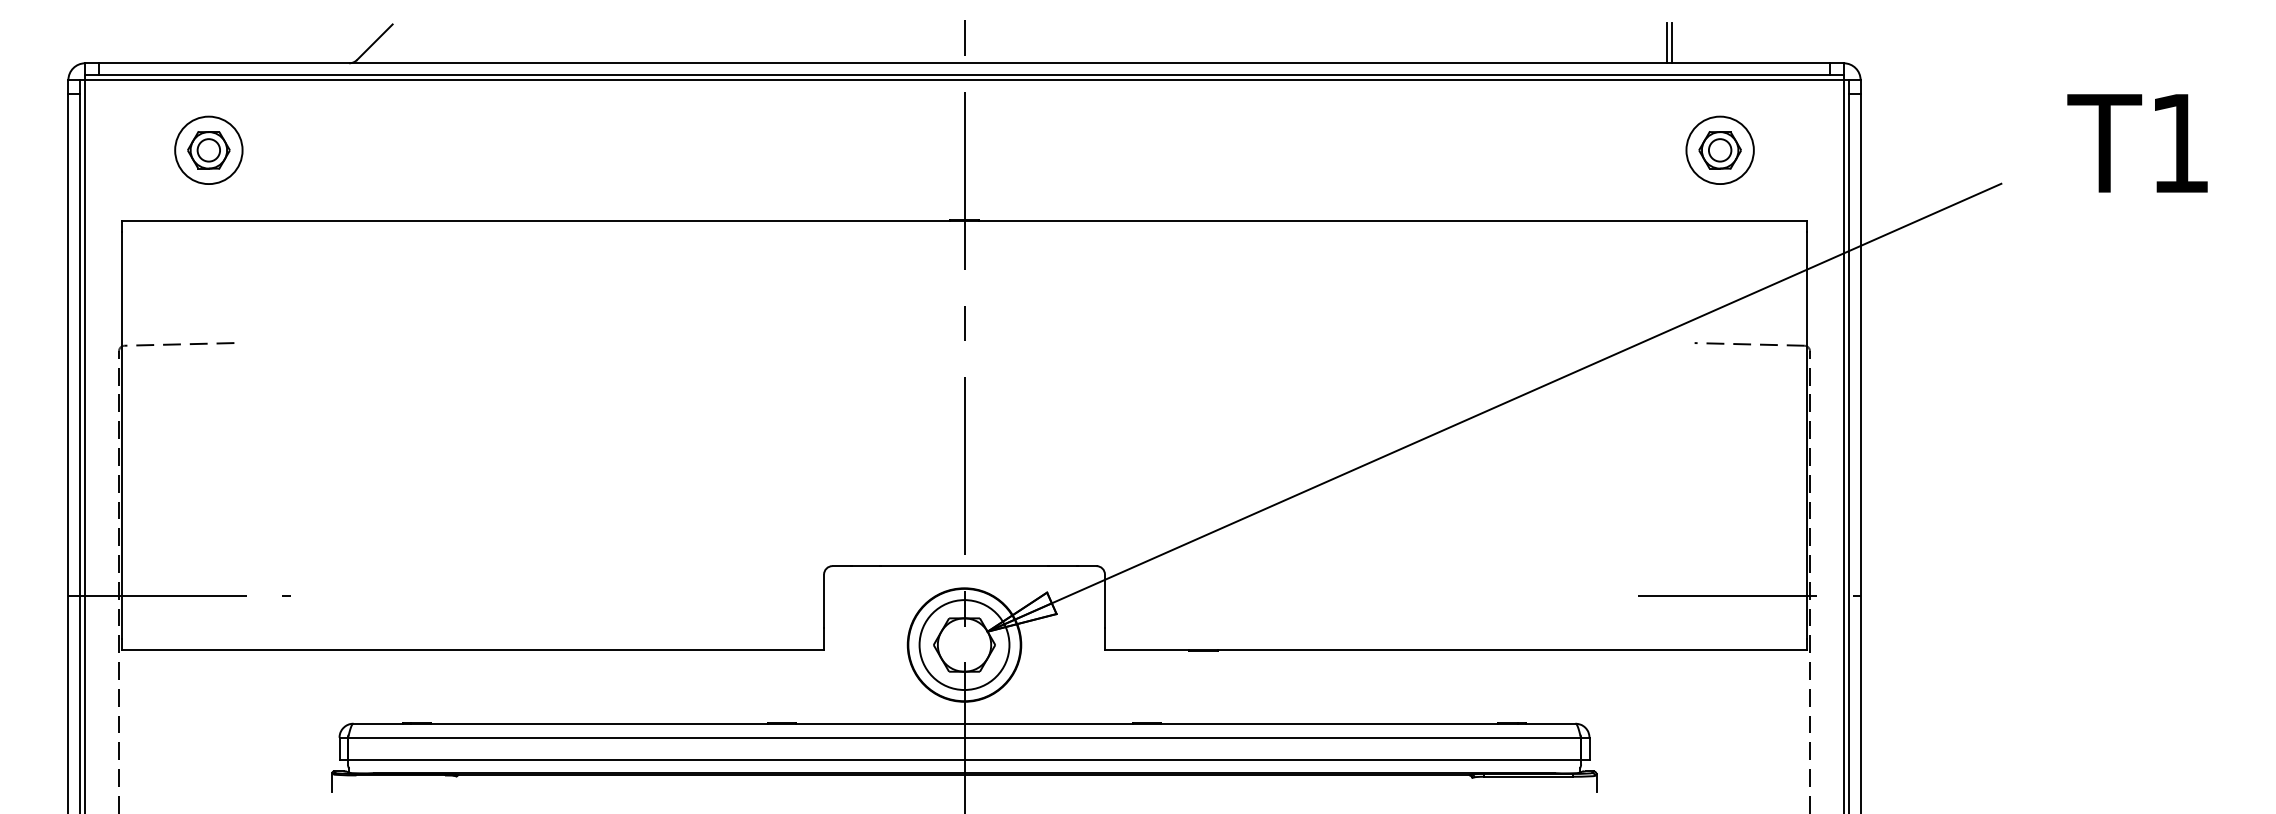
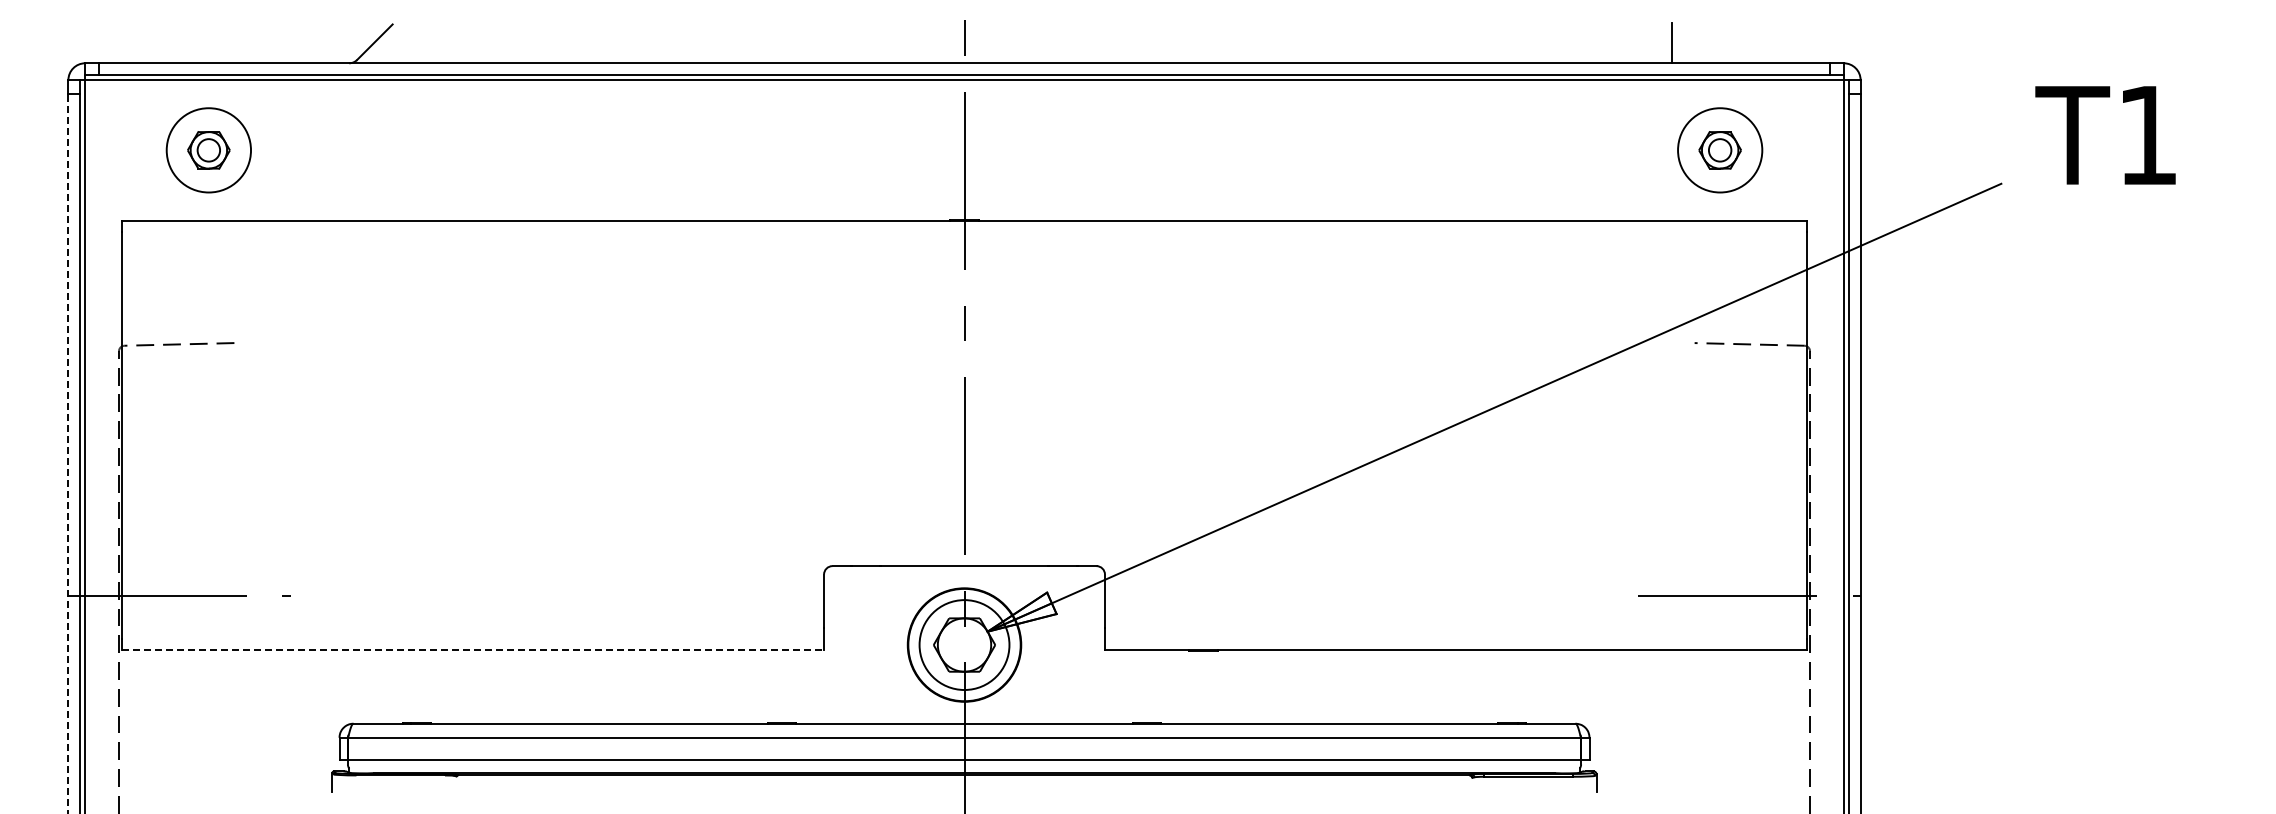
line at (1666, 42): present -> none
text at (2137, 143) position: (2137, 143) -> (2105, 135)
circle at (208, 150) diameter: 67 px -> 84 px
circle at (1719, 150) diameter: 67 px -> 84 px
line at (68, 453): solid -> dashed
line at (473, 650): solid -> dashed
